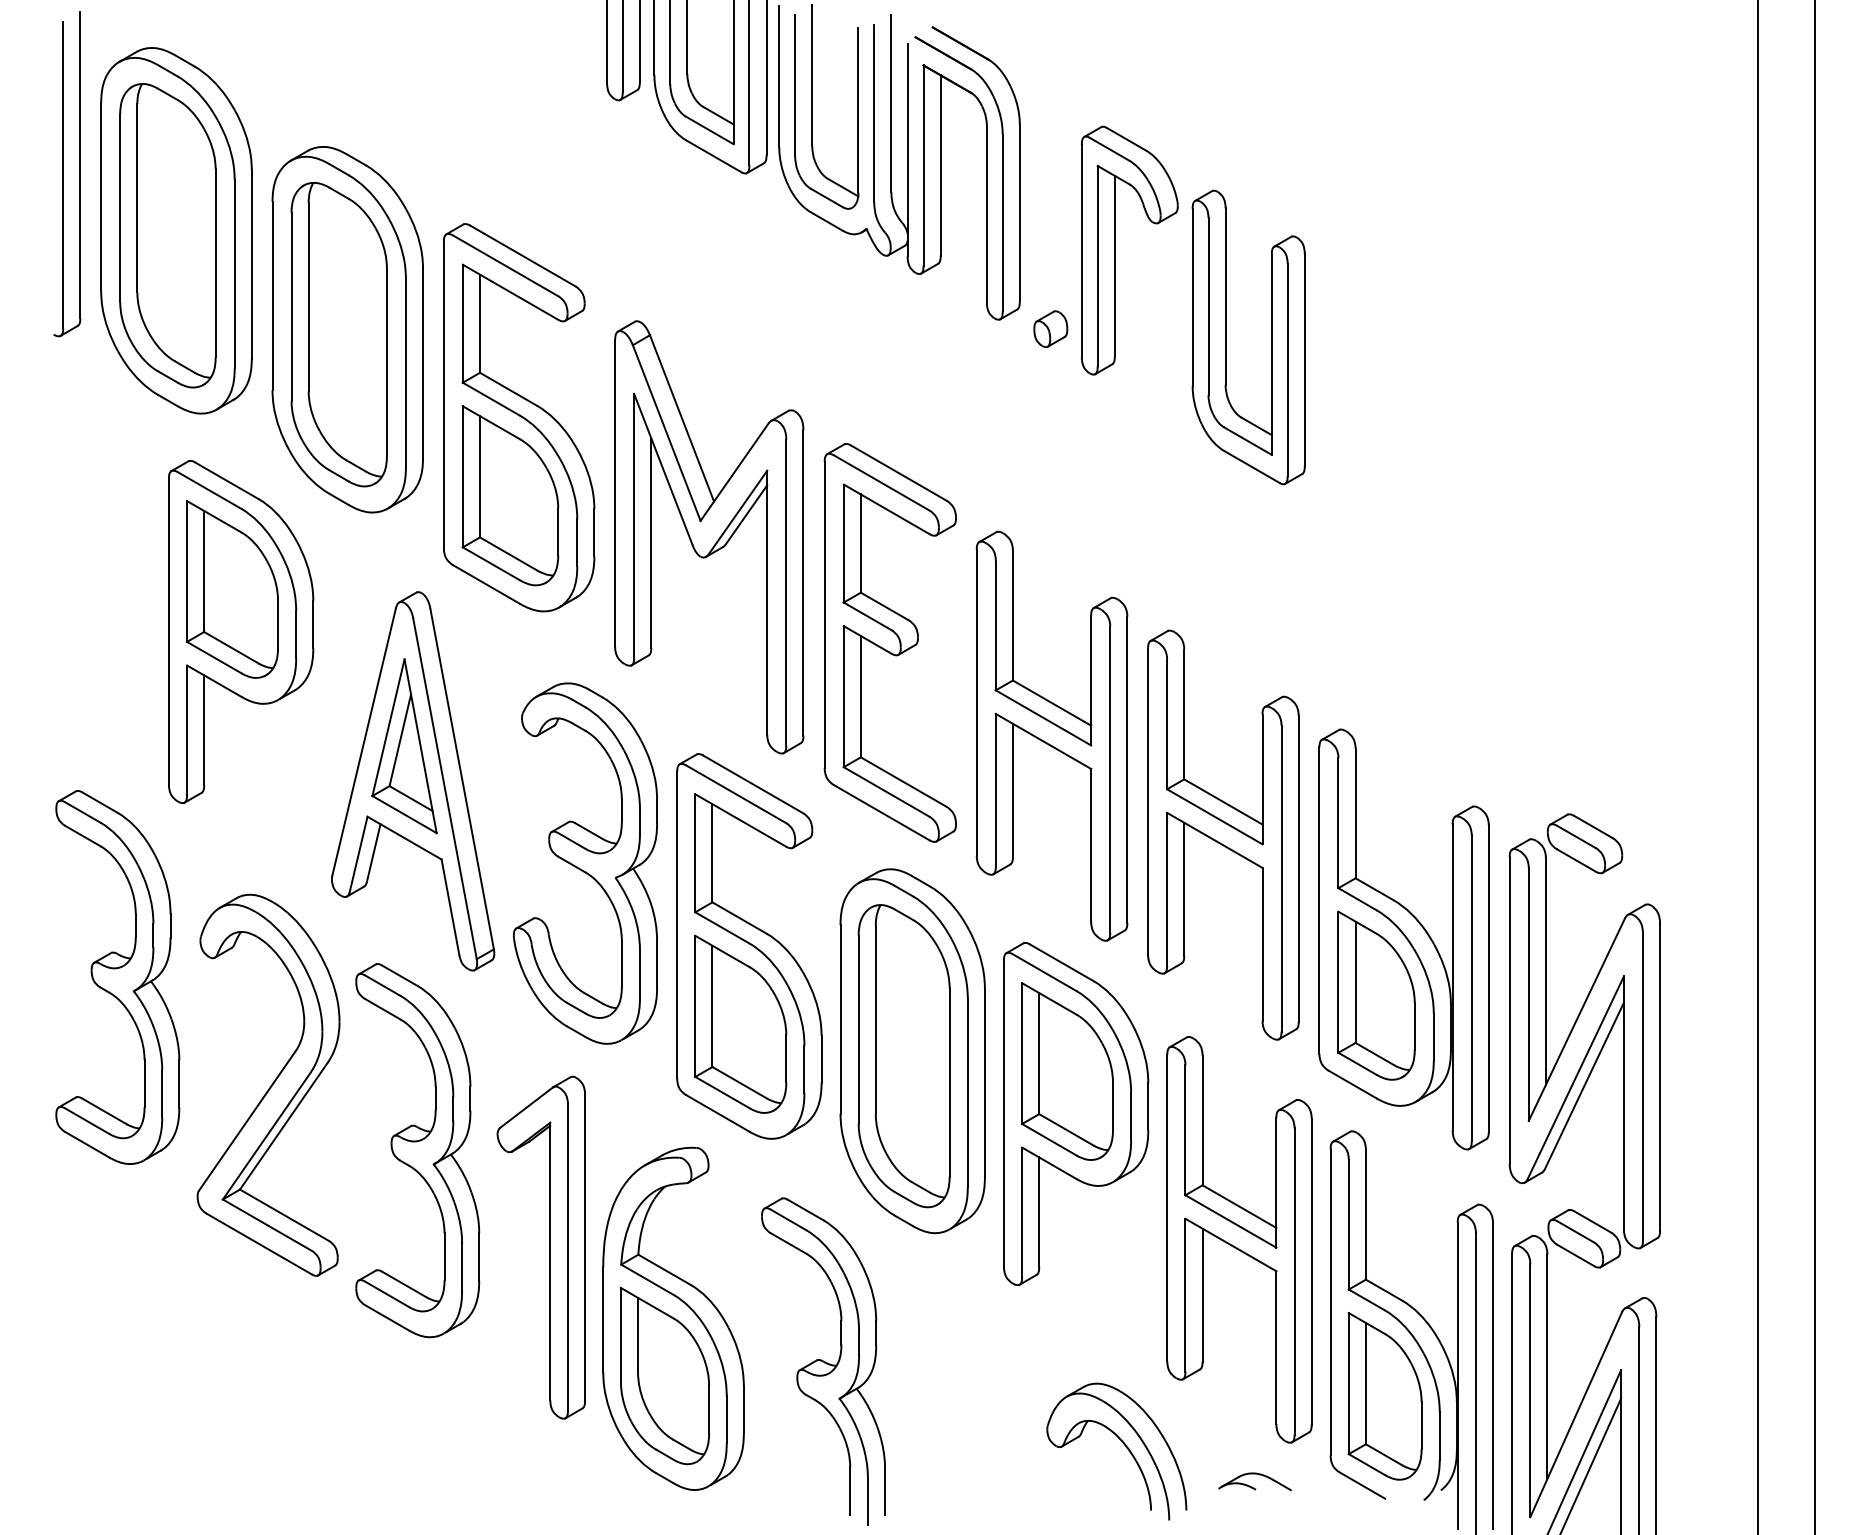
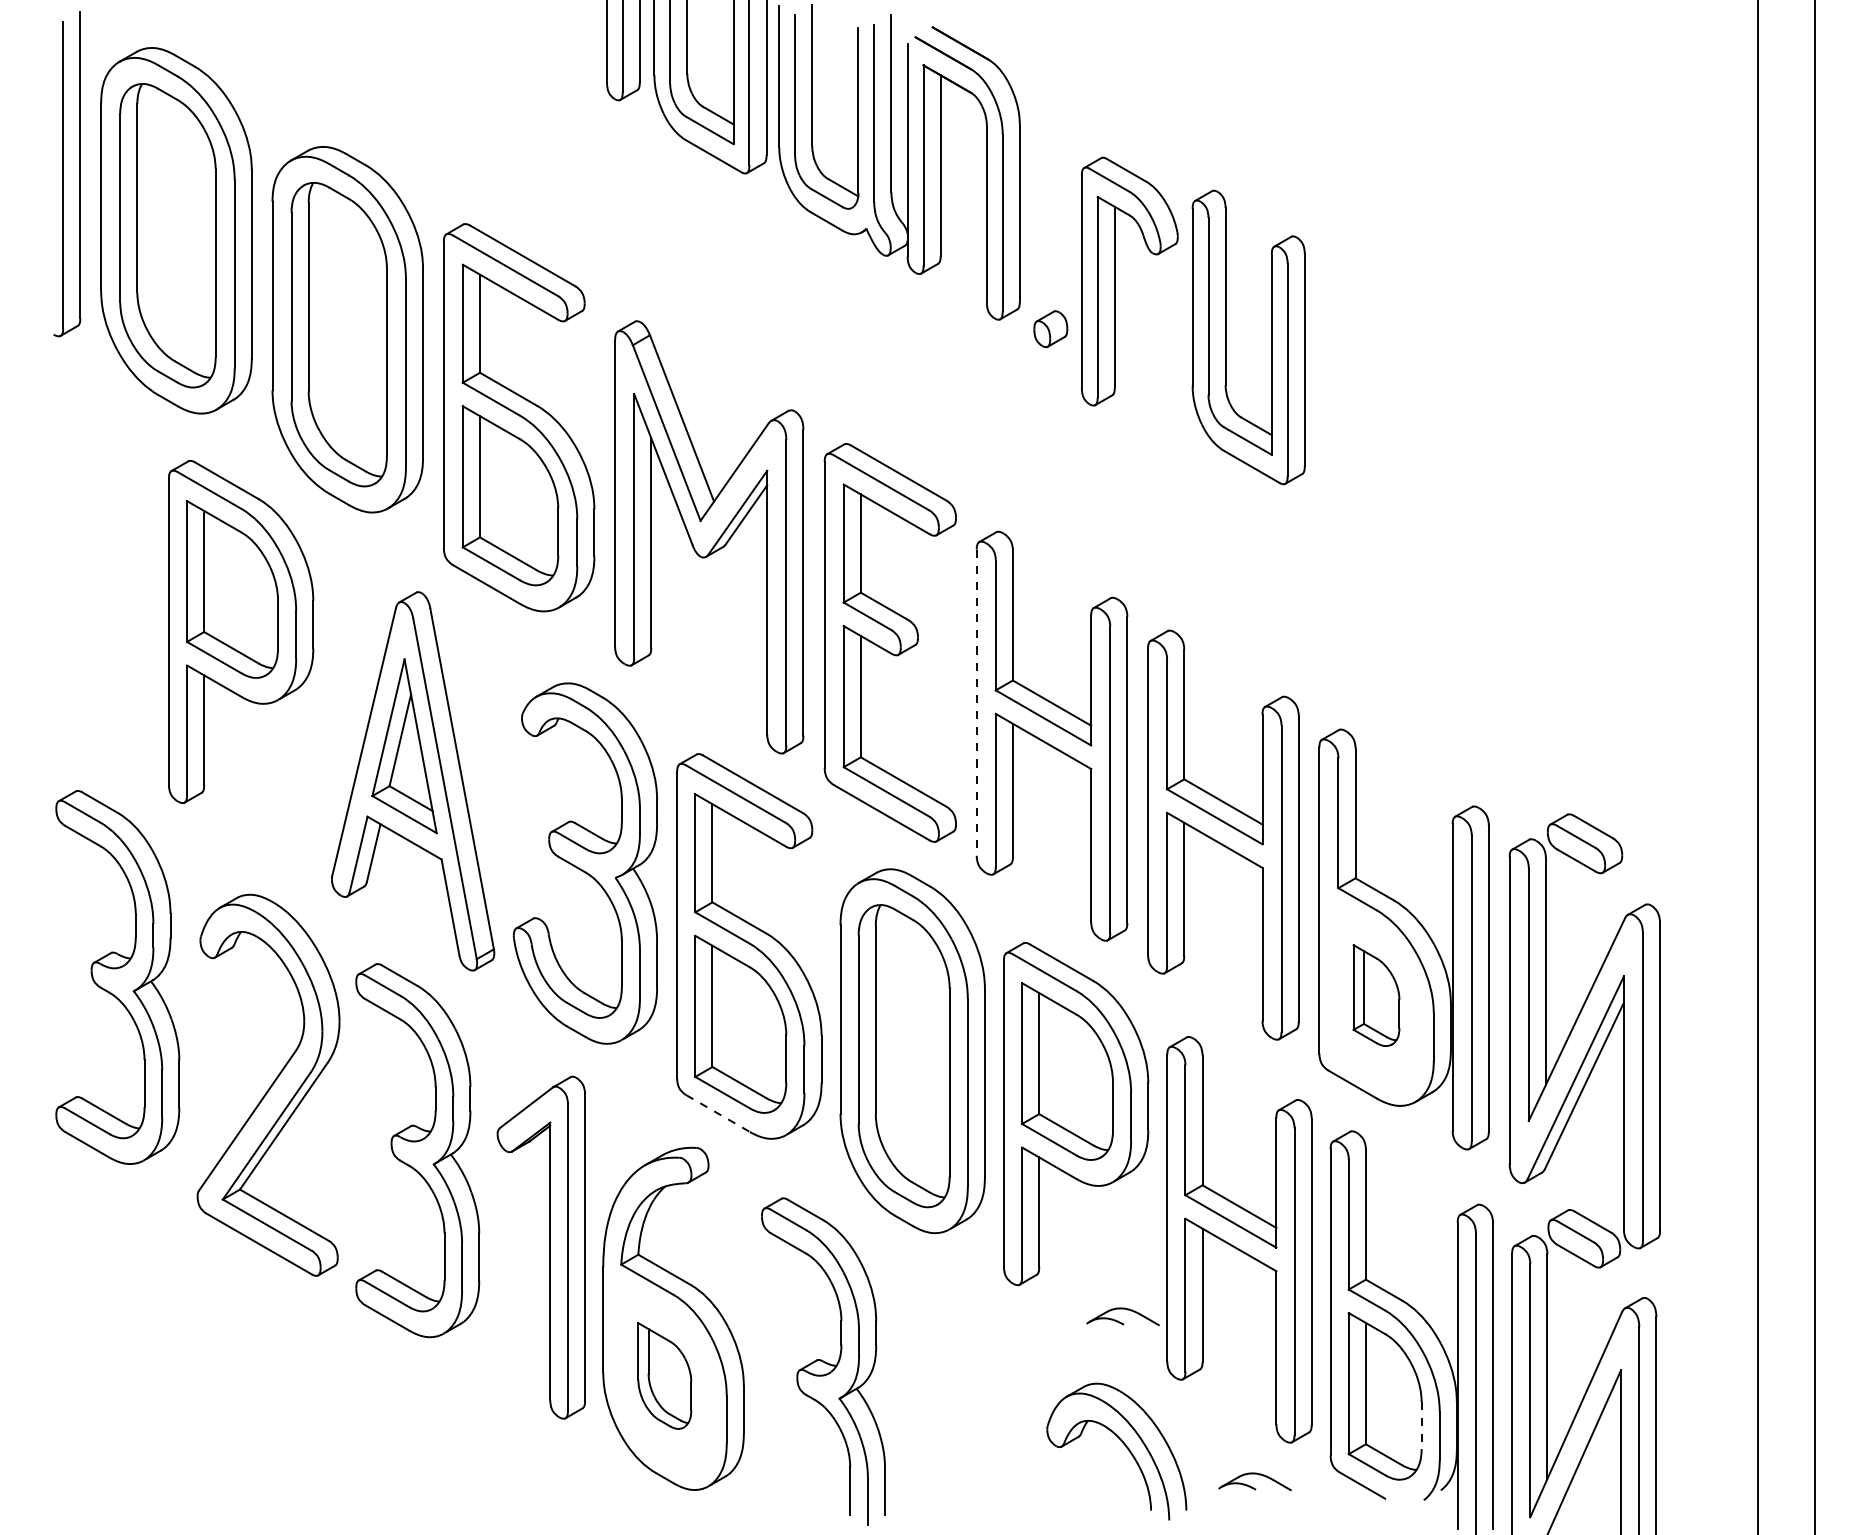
part at (1115, 250) position: (1115, 250) -> (1115, 281)
line at (976, 703): solid -> dashed
part at (1376, 995) size: 79x171 px -> 49x103 px
line at (718, 1113): solid -> dashed
part at (1122, 1316): none -> present
part at (664, 1375) size: 91x180 px -> 56x108 px
line at (1421, 1425): solid -> dashed
line at (1591, 1464): present -> none
